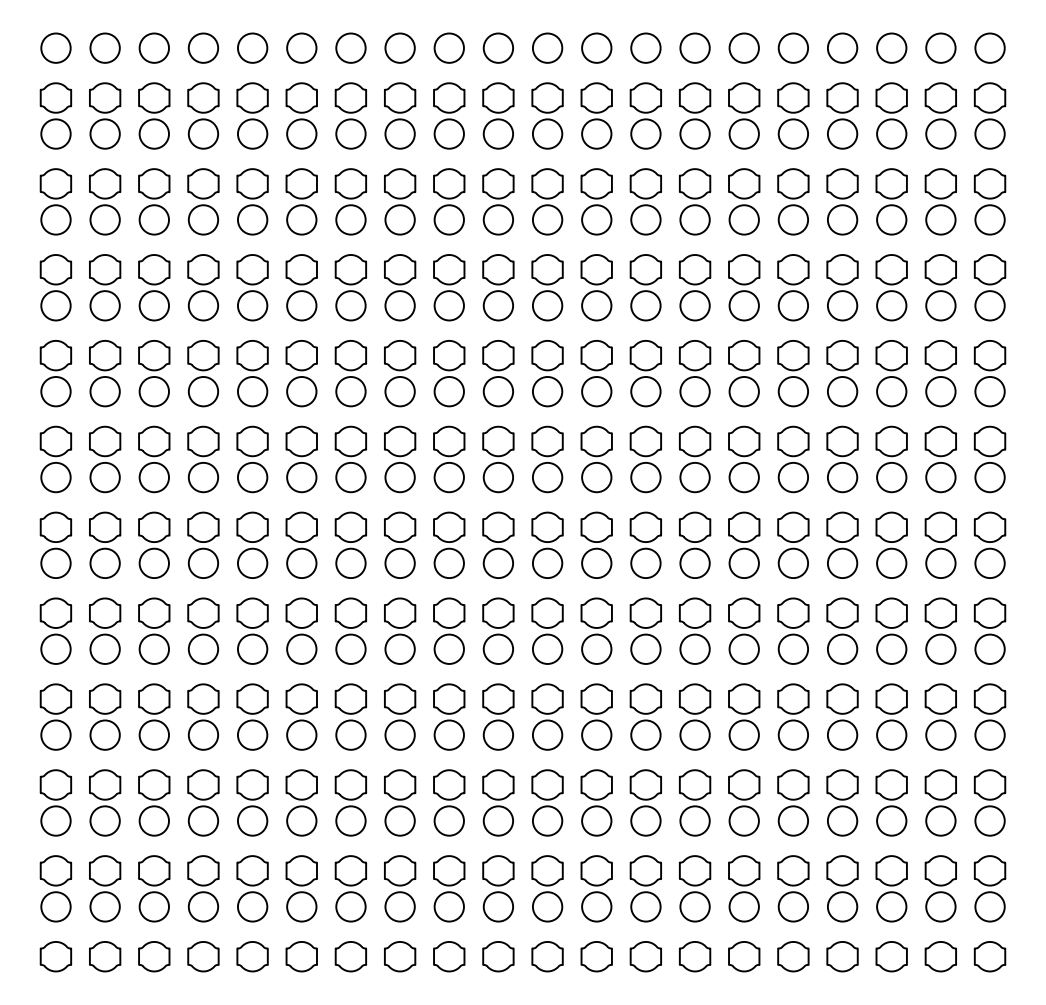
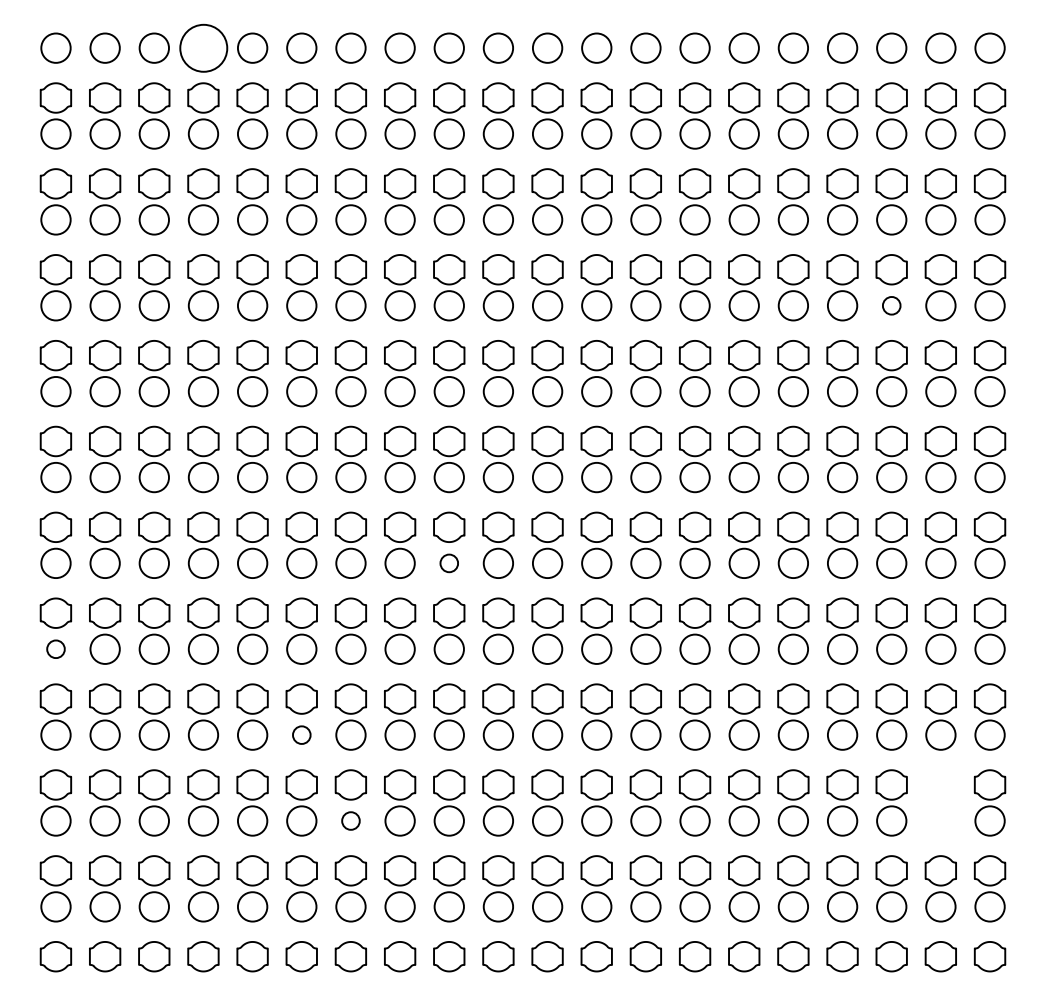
circle at (202, 47) size: 32x32 px -> 50x50 px
circle at (891, 305) diameter: 29 px -> 18 px
circle at (448, 563) diameter: 29 px -> 18 px
circle at (55, 648) diameter: 29 px -> 18 px
circle at (301, 734) diameter: 29 px -> 18 px
part at (940, 802): present -> none
circle at (350, 820) diameter: 29 px -> 18 px
